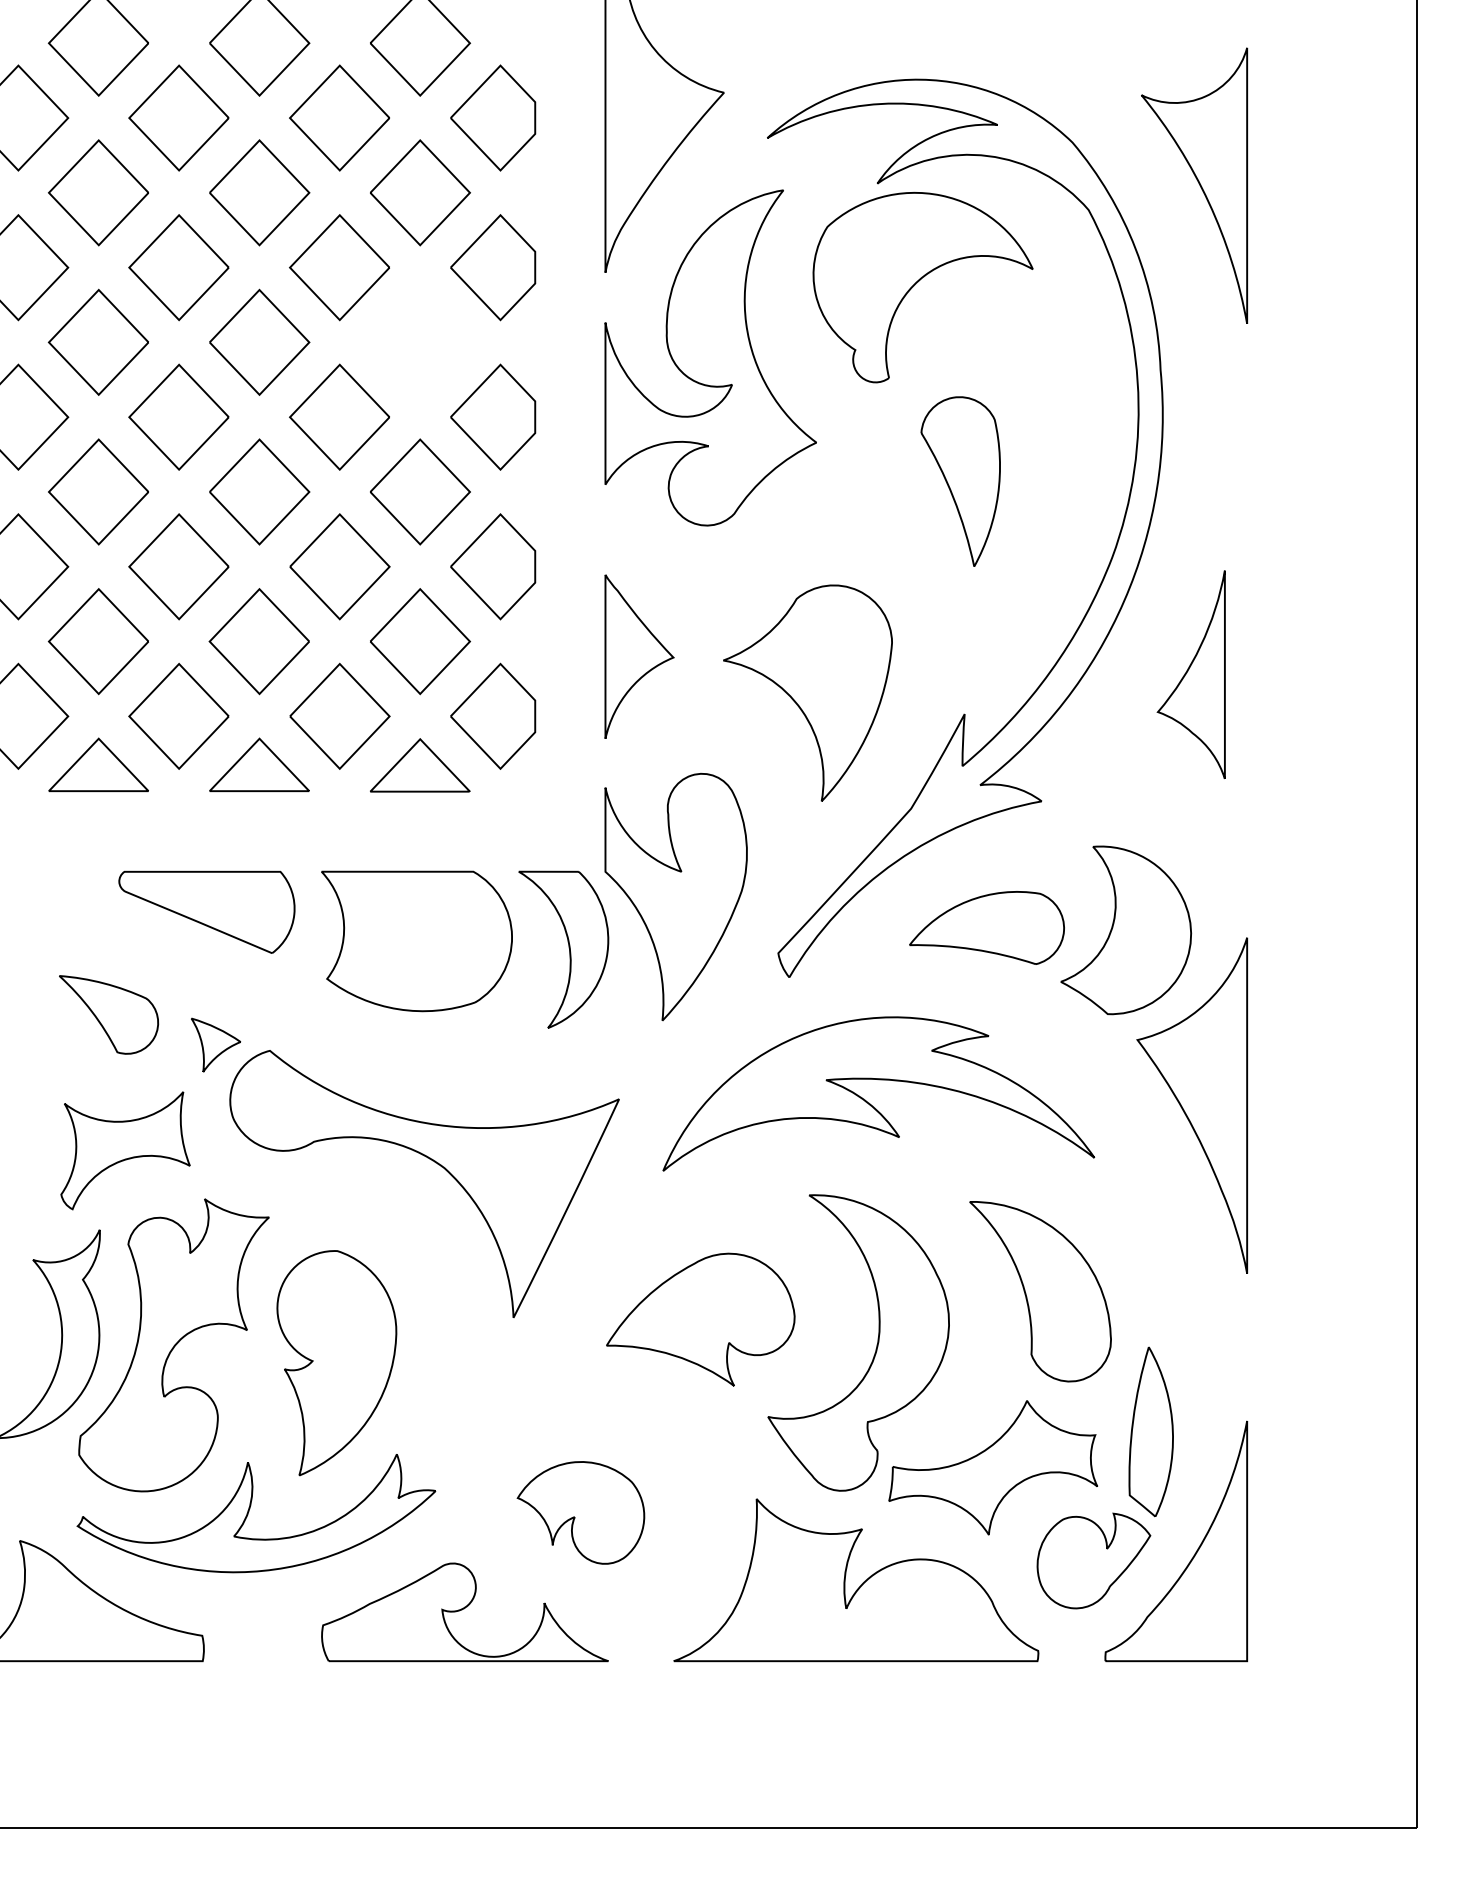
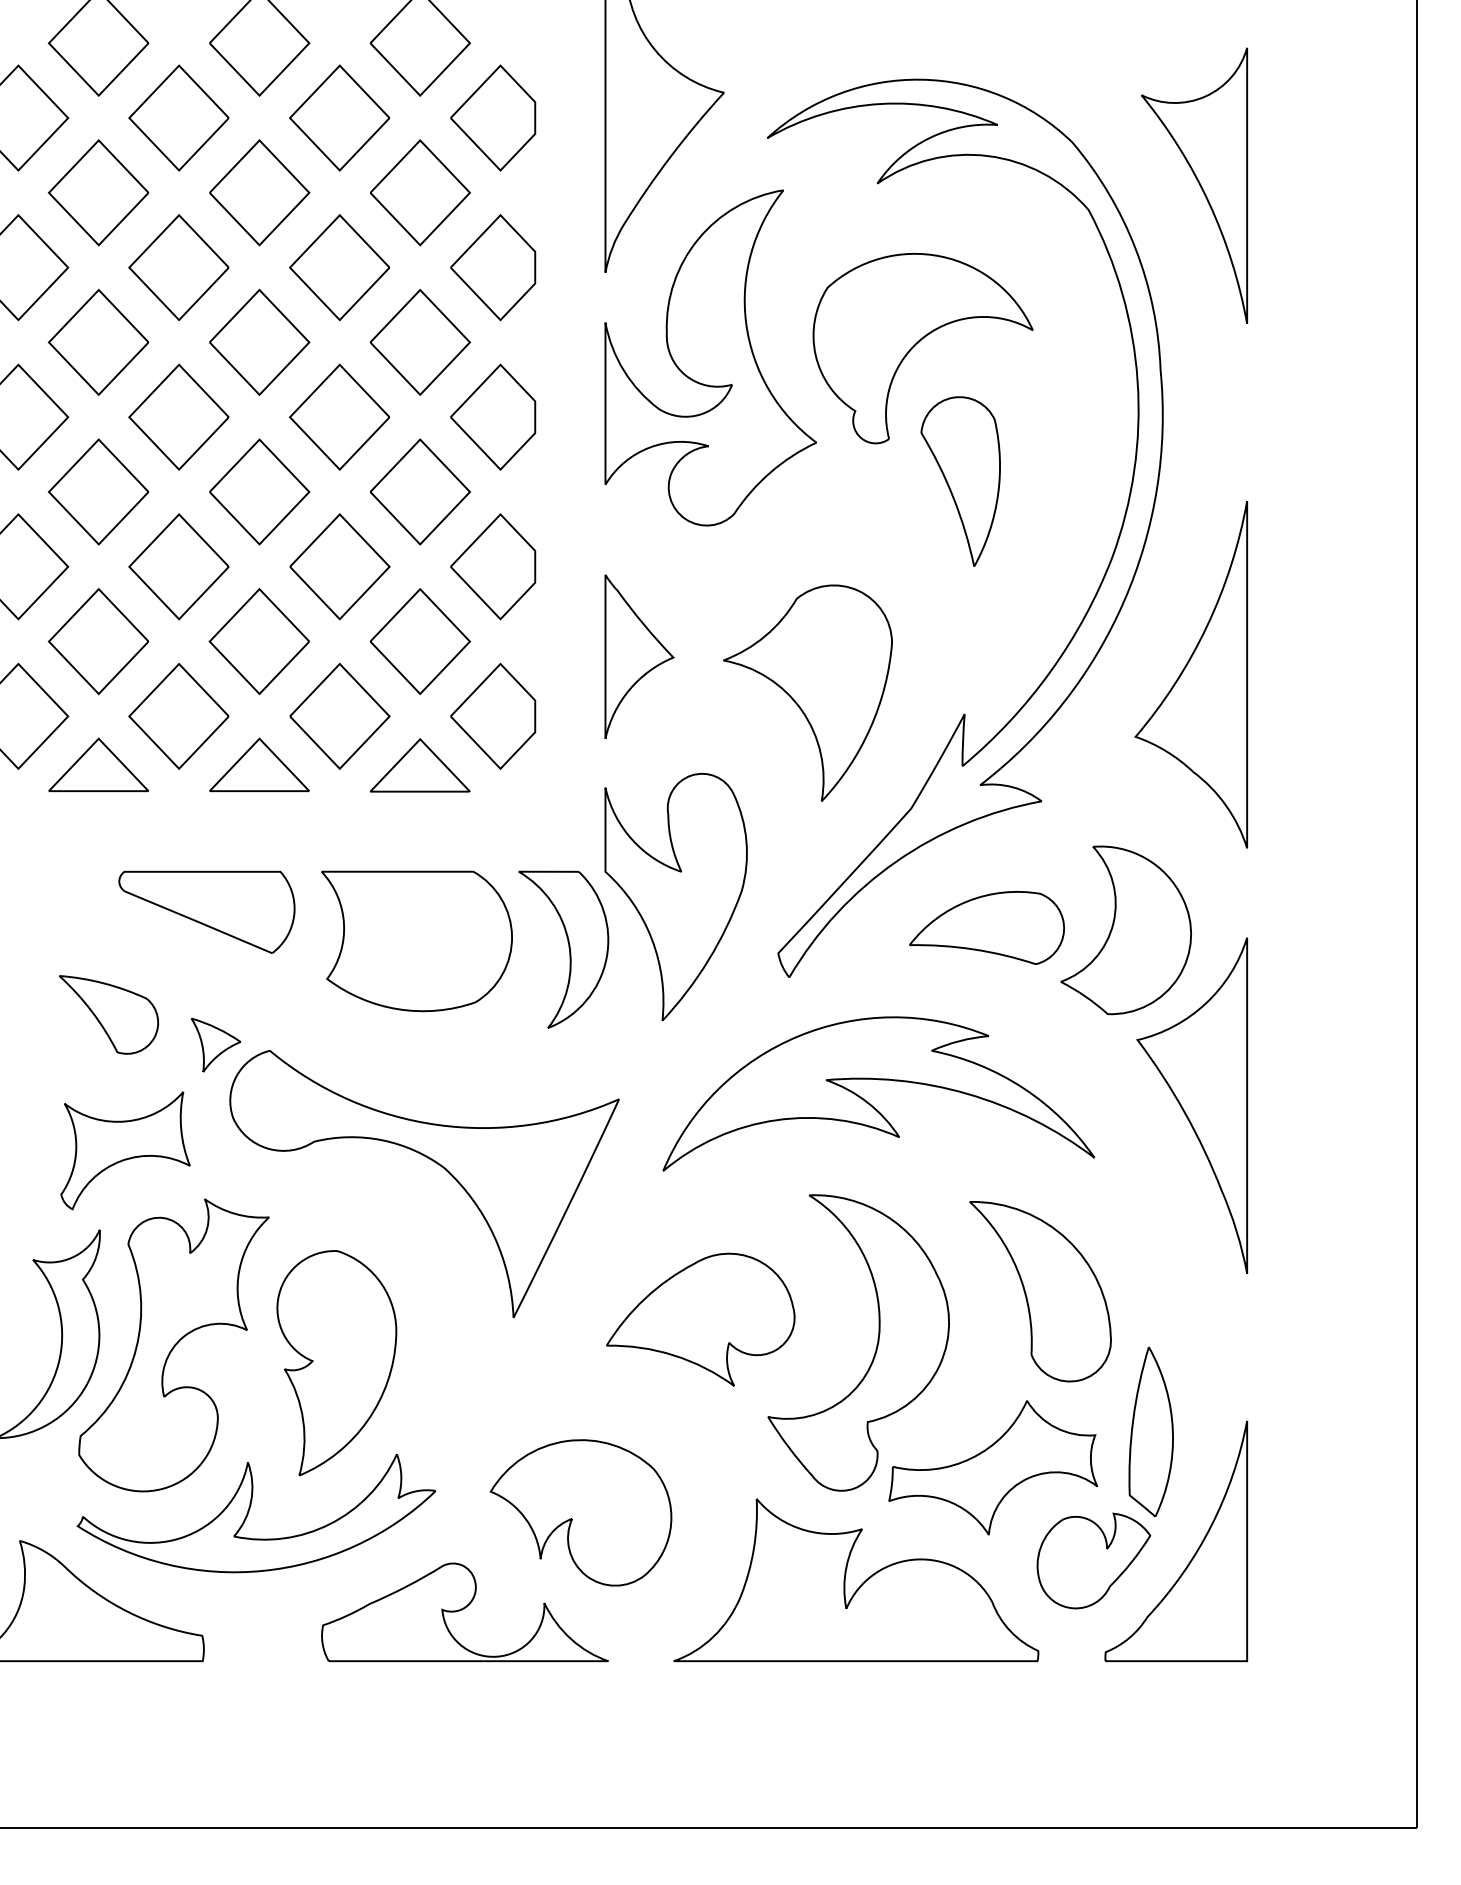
part at (918, 282) position: (918, 282) -> (918, 343)
part at (420, 341): none -> present
part at (1190, 674) size: 70x209 px -> 115x348 px
part at (580, 1512) size: 130x104 px -> 184x148 px
